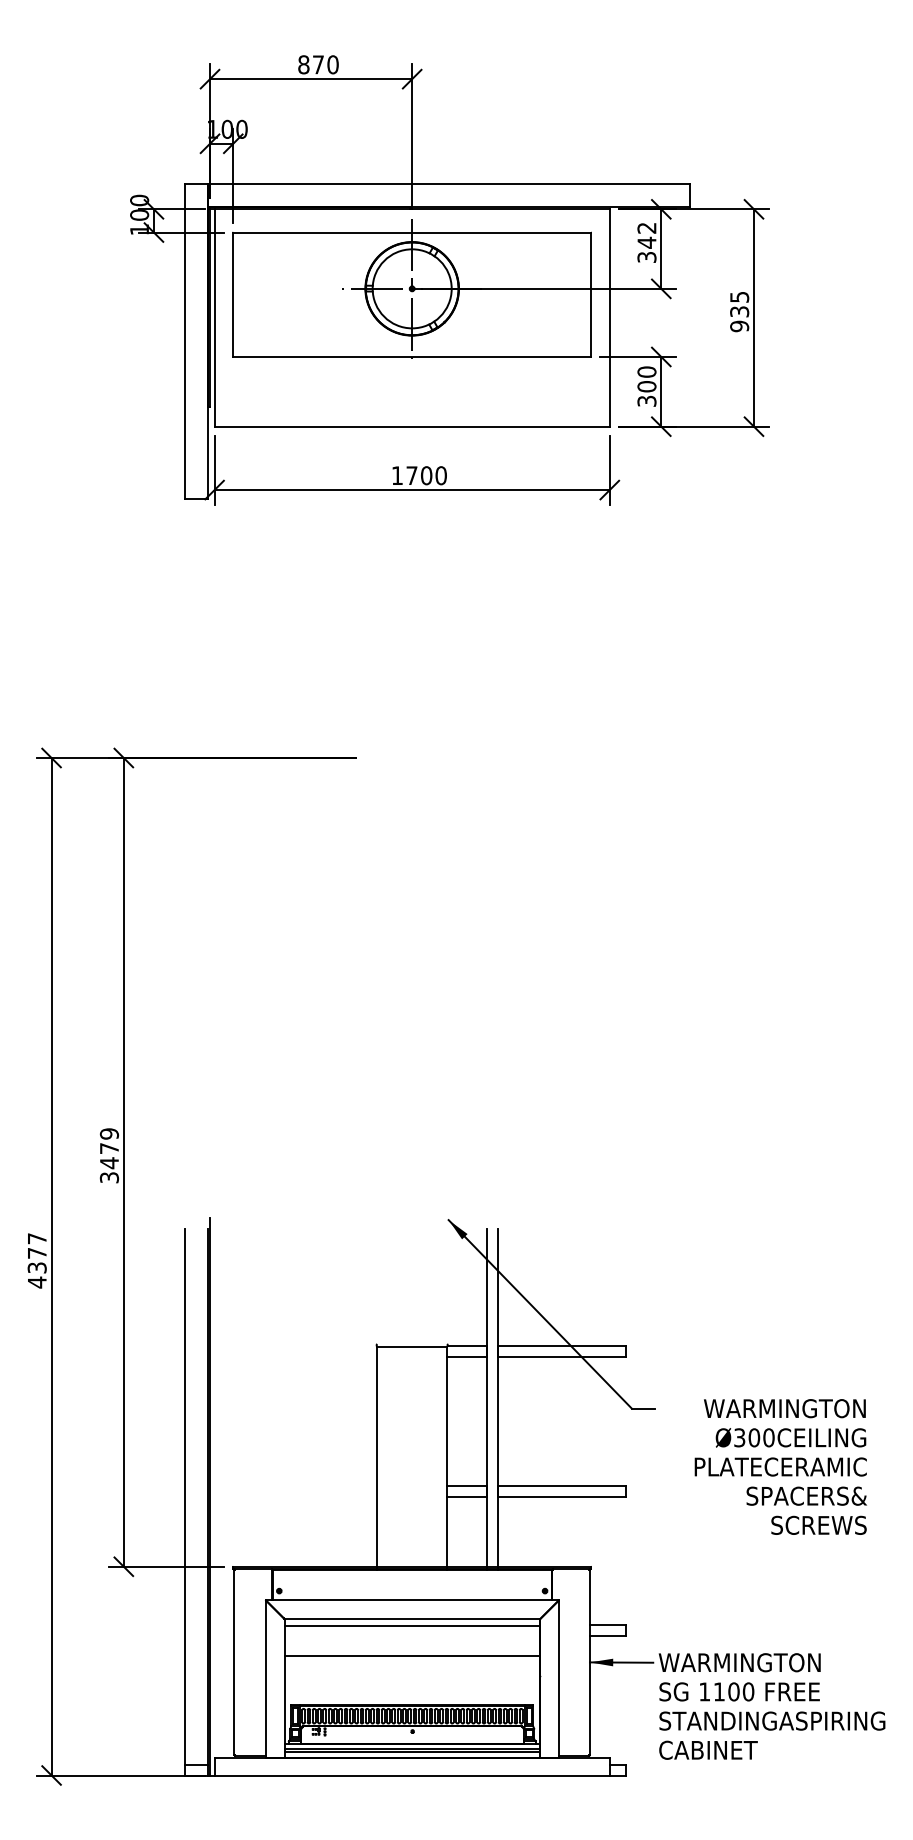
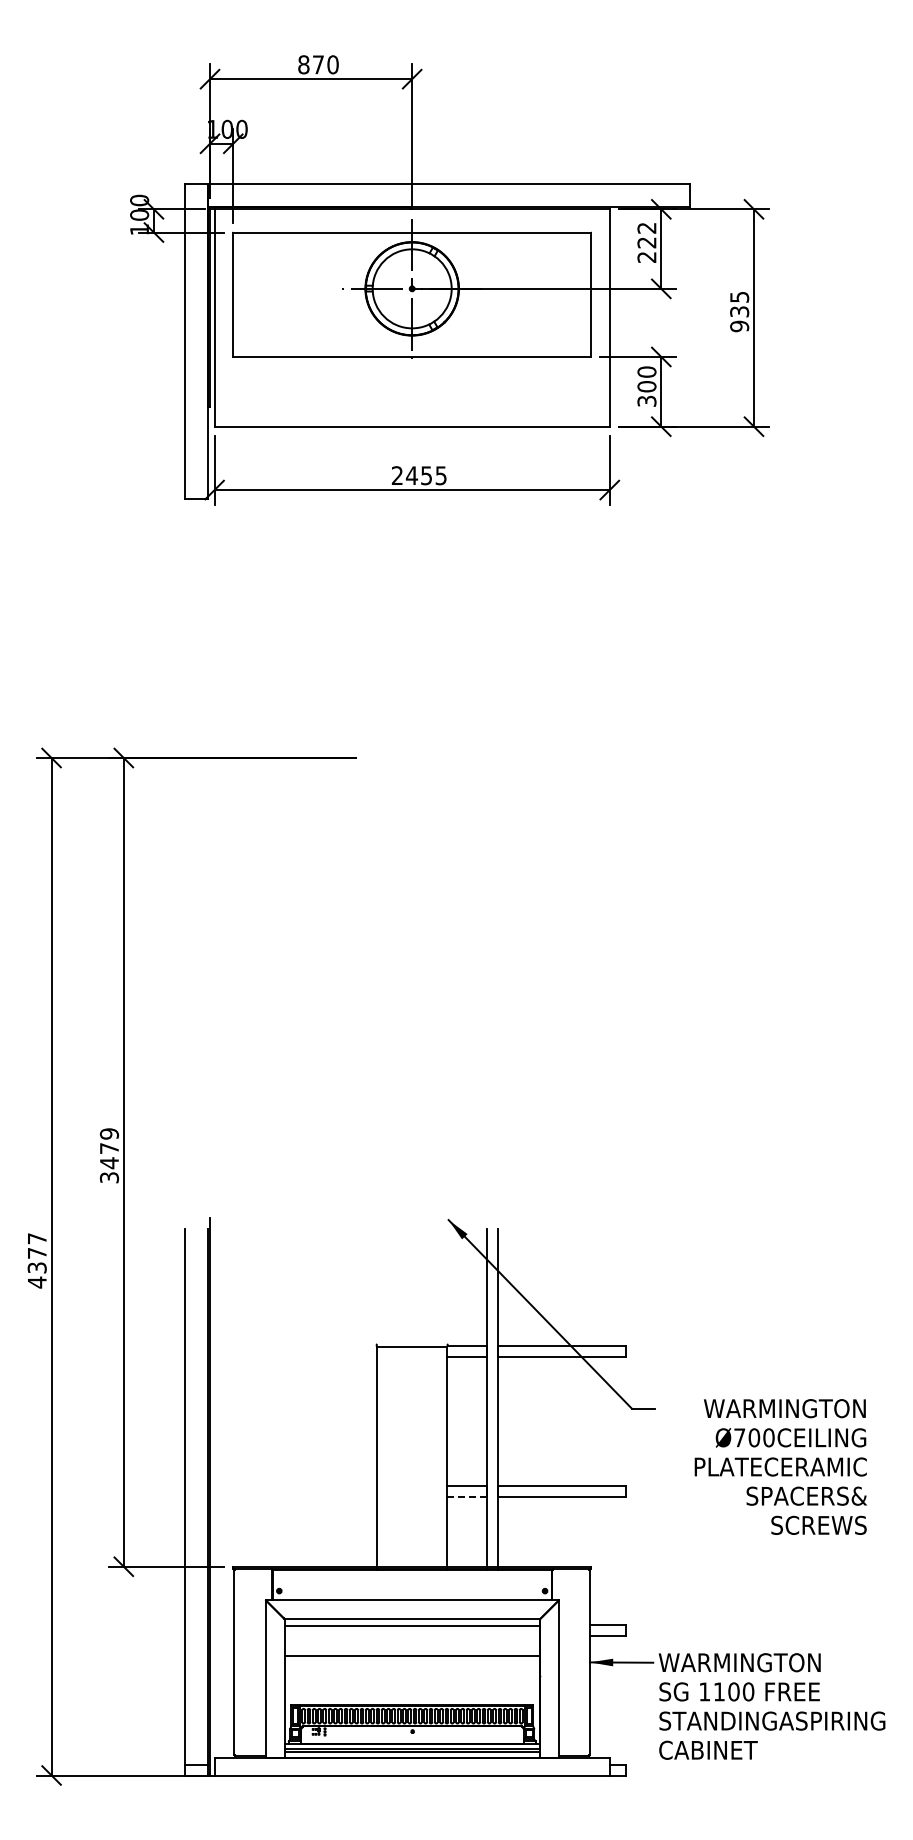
text at (646, 249): 342 -> 222
text at (418, 475): 1700 -> 2455
text at (739, 1437): Ø300 -> Ø700
line at (466, 1496): solid -> dashed
